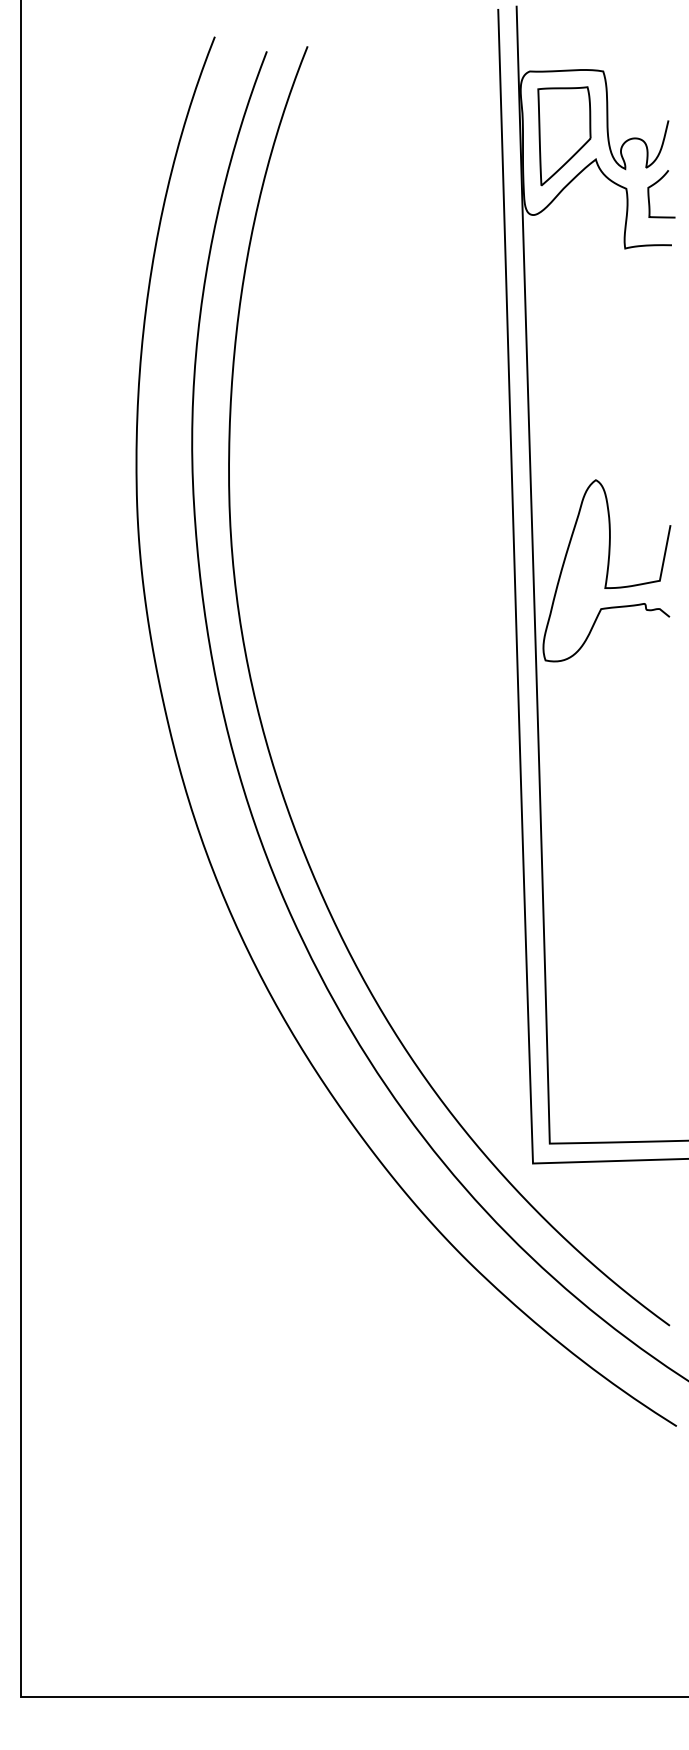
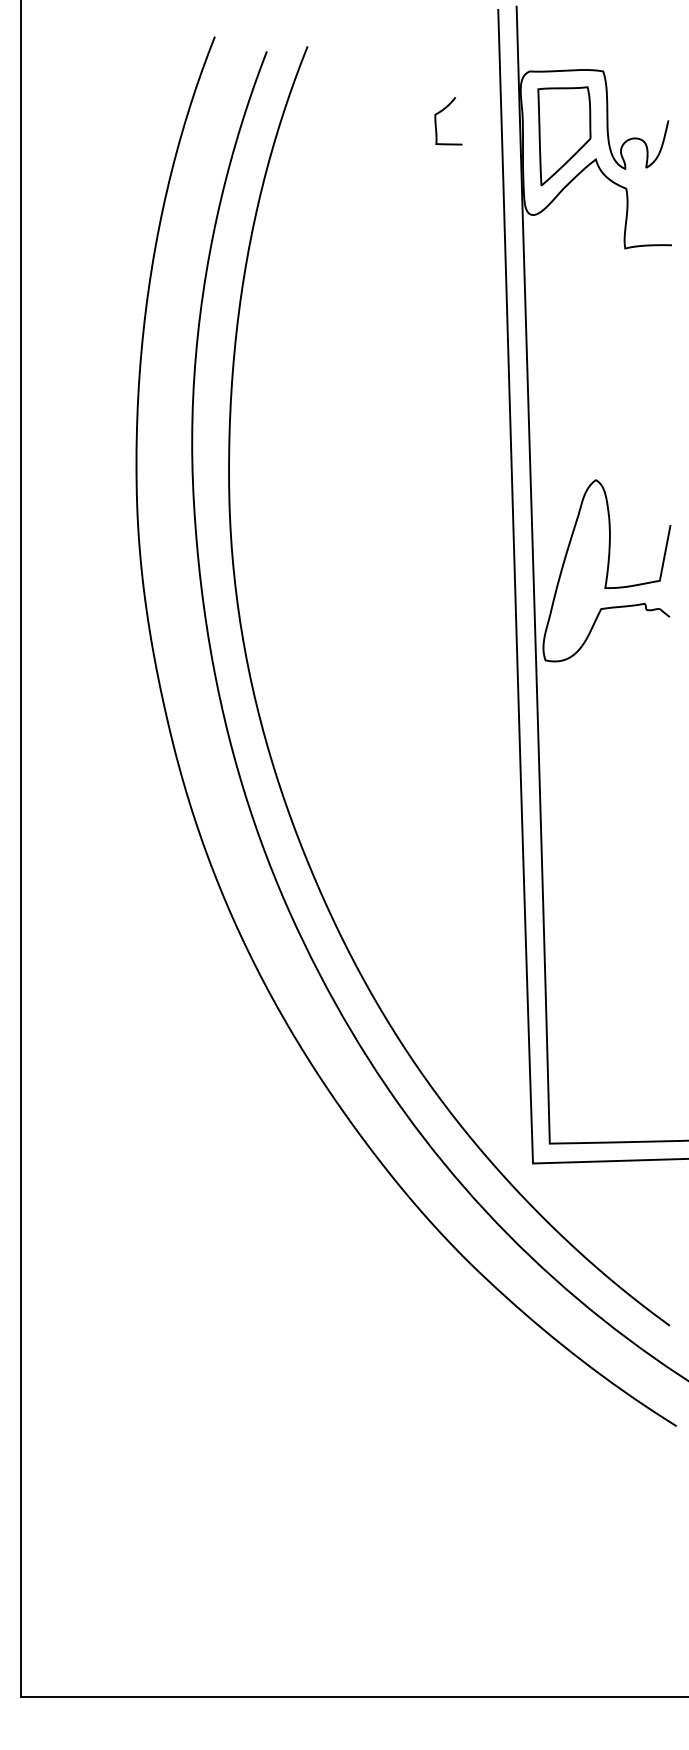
curve at (654, 185) position: (654, 185) -> (441, 112)
